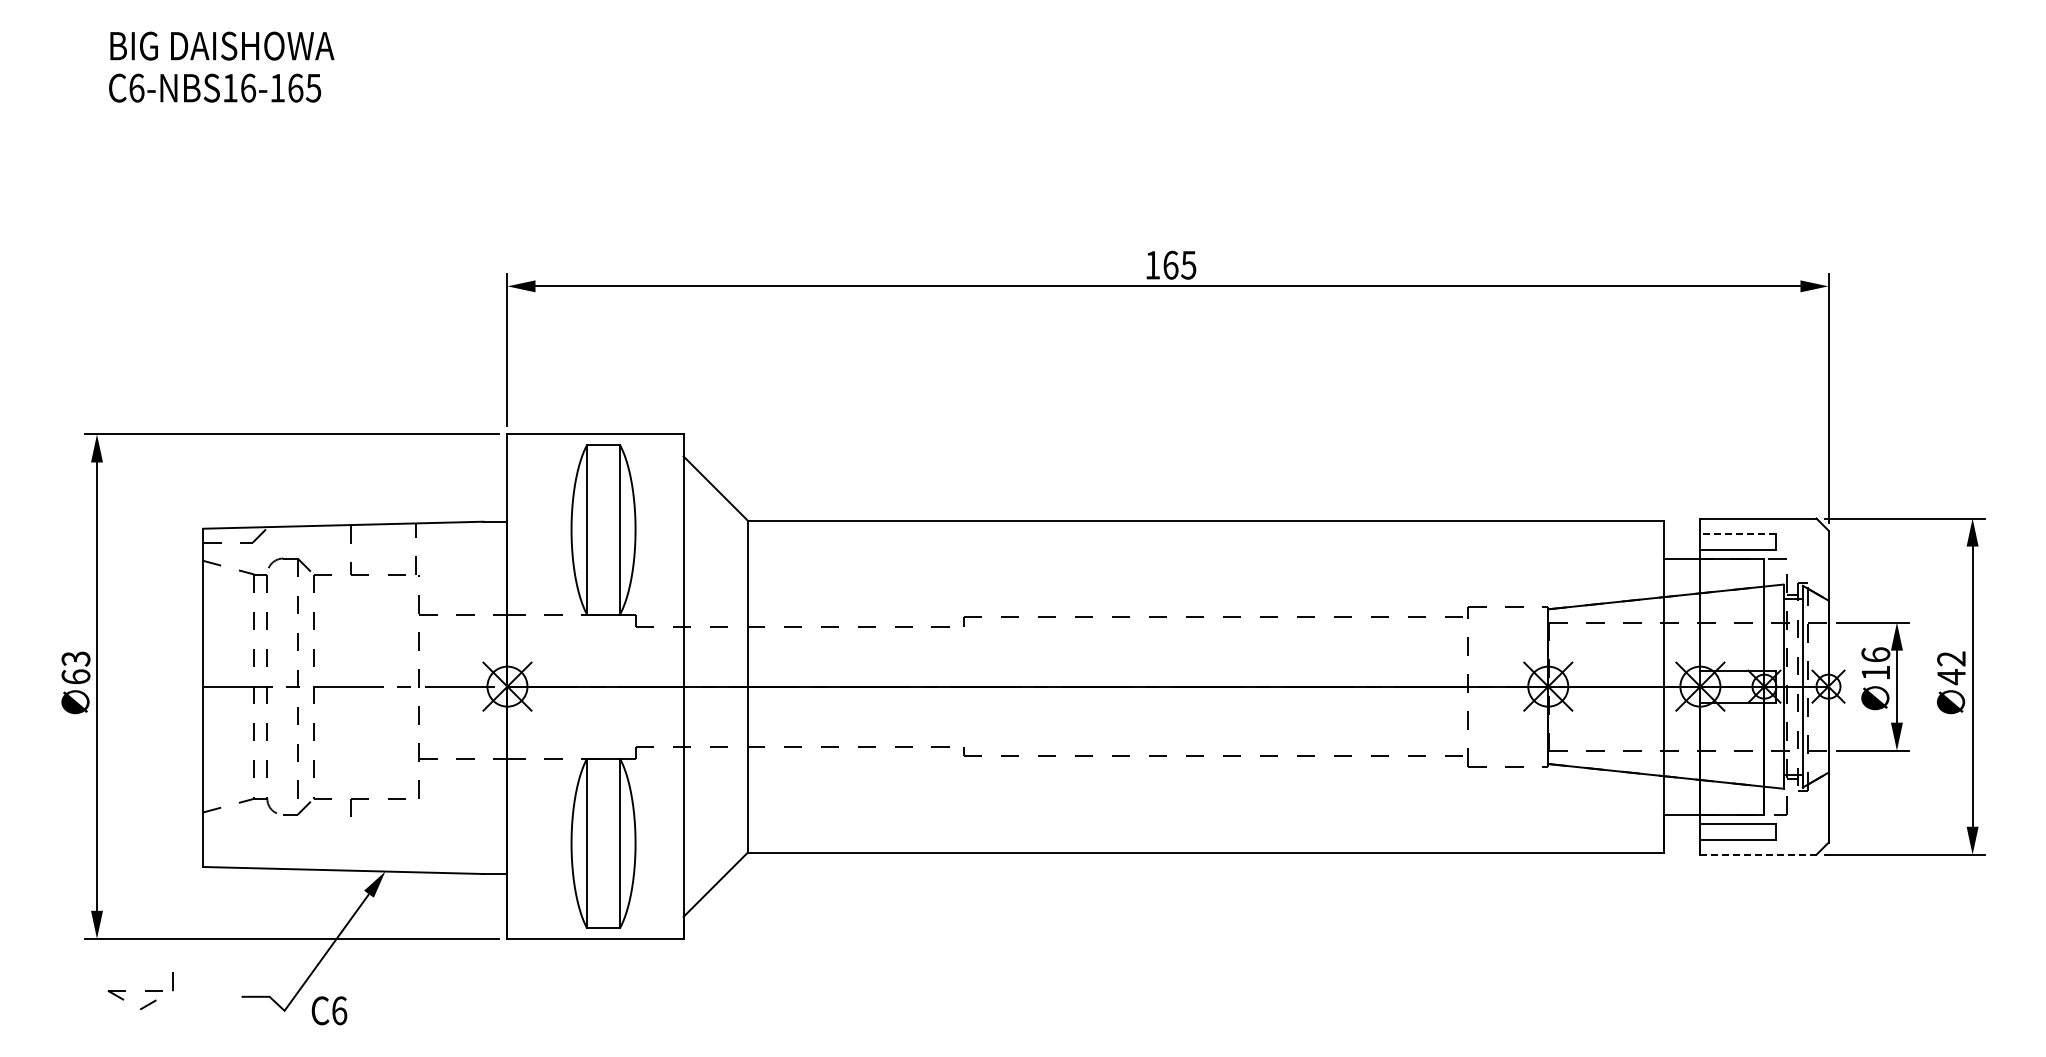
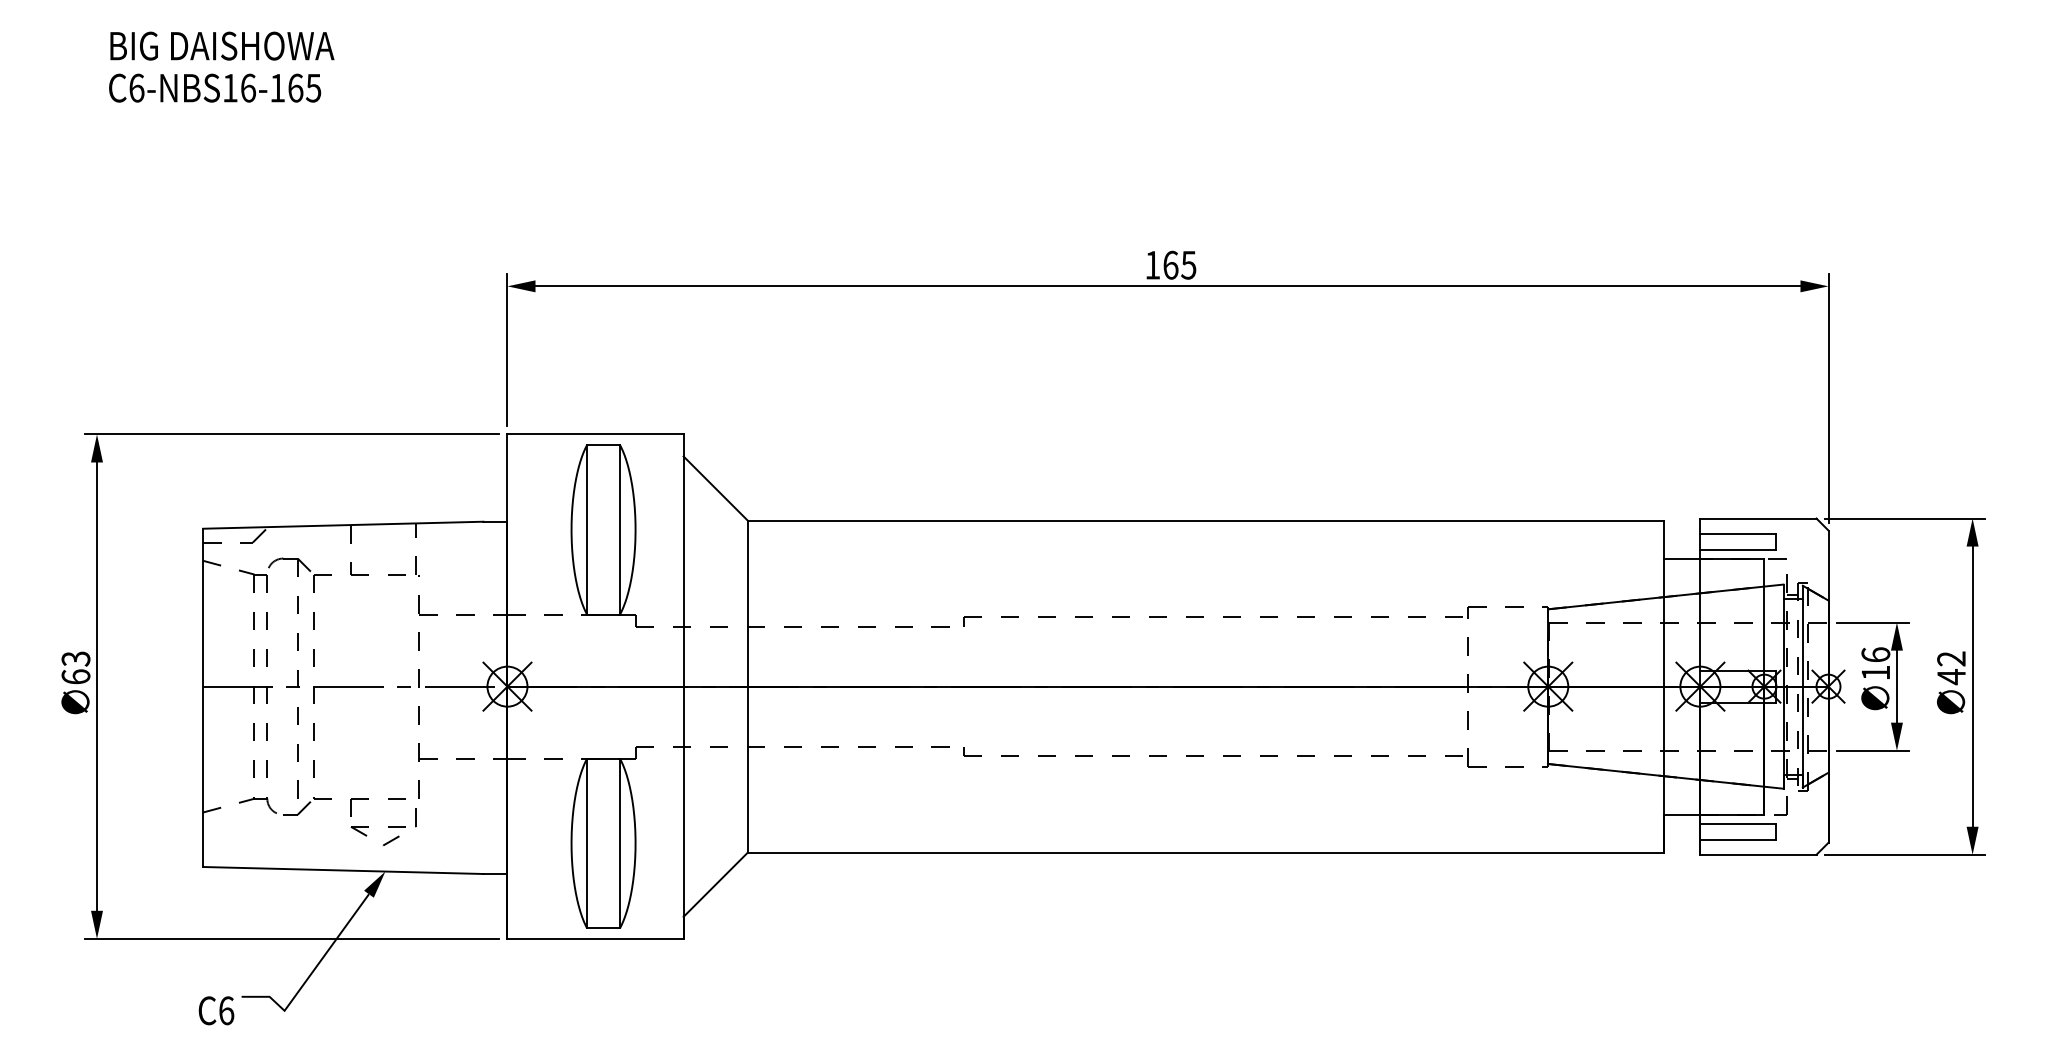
line at (1737, 533): dashed -> solid
line at (1758, 854): dashed -> solid
part at (140, 990) position: (140, 990) -> (383, 826)
text at (329, 1010) position: (329, 1010) -> (216, 1010)
